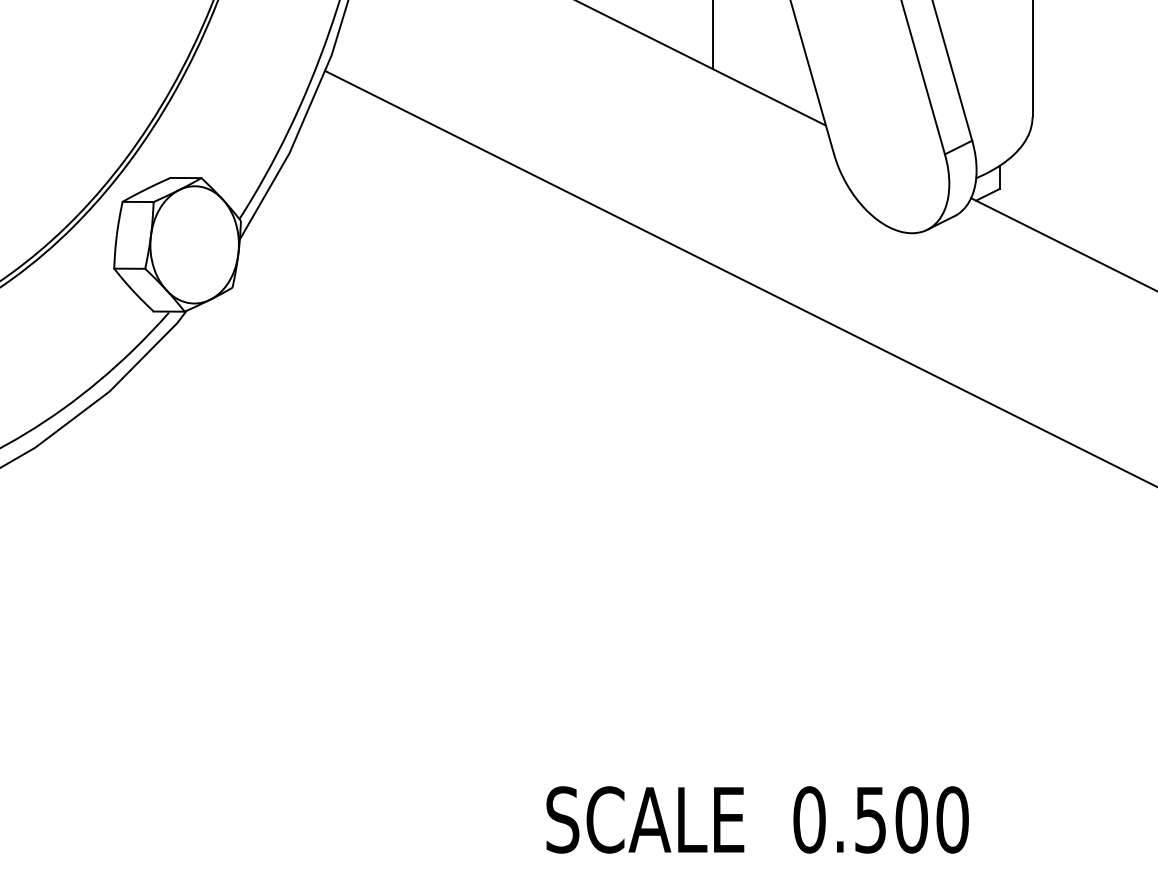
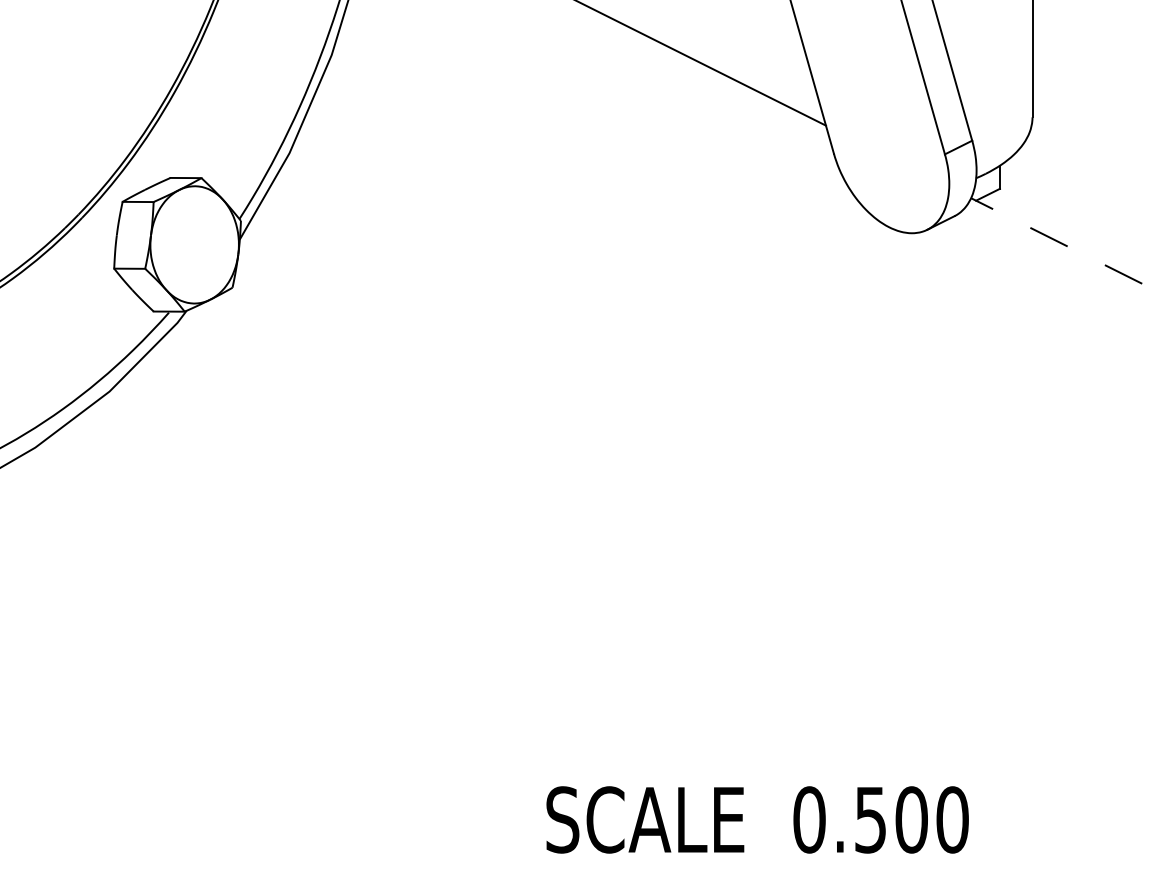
line at (713, 35): present -> none
line at (1063, 244): solid -> dashed
line at (739, 277): present -> none
